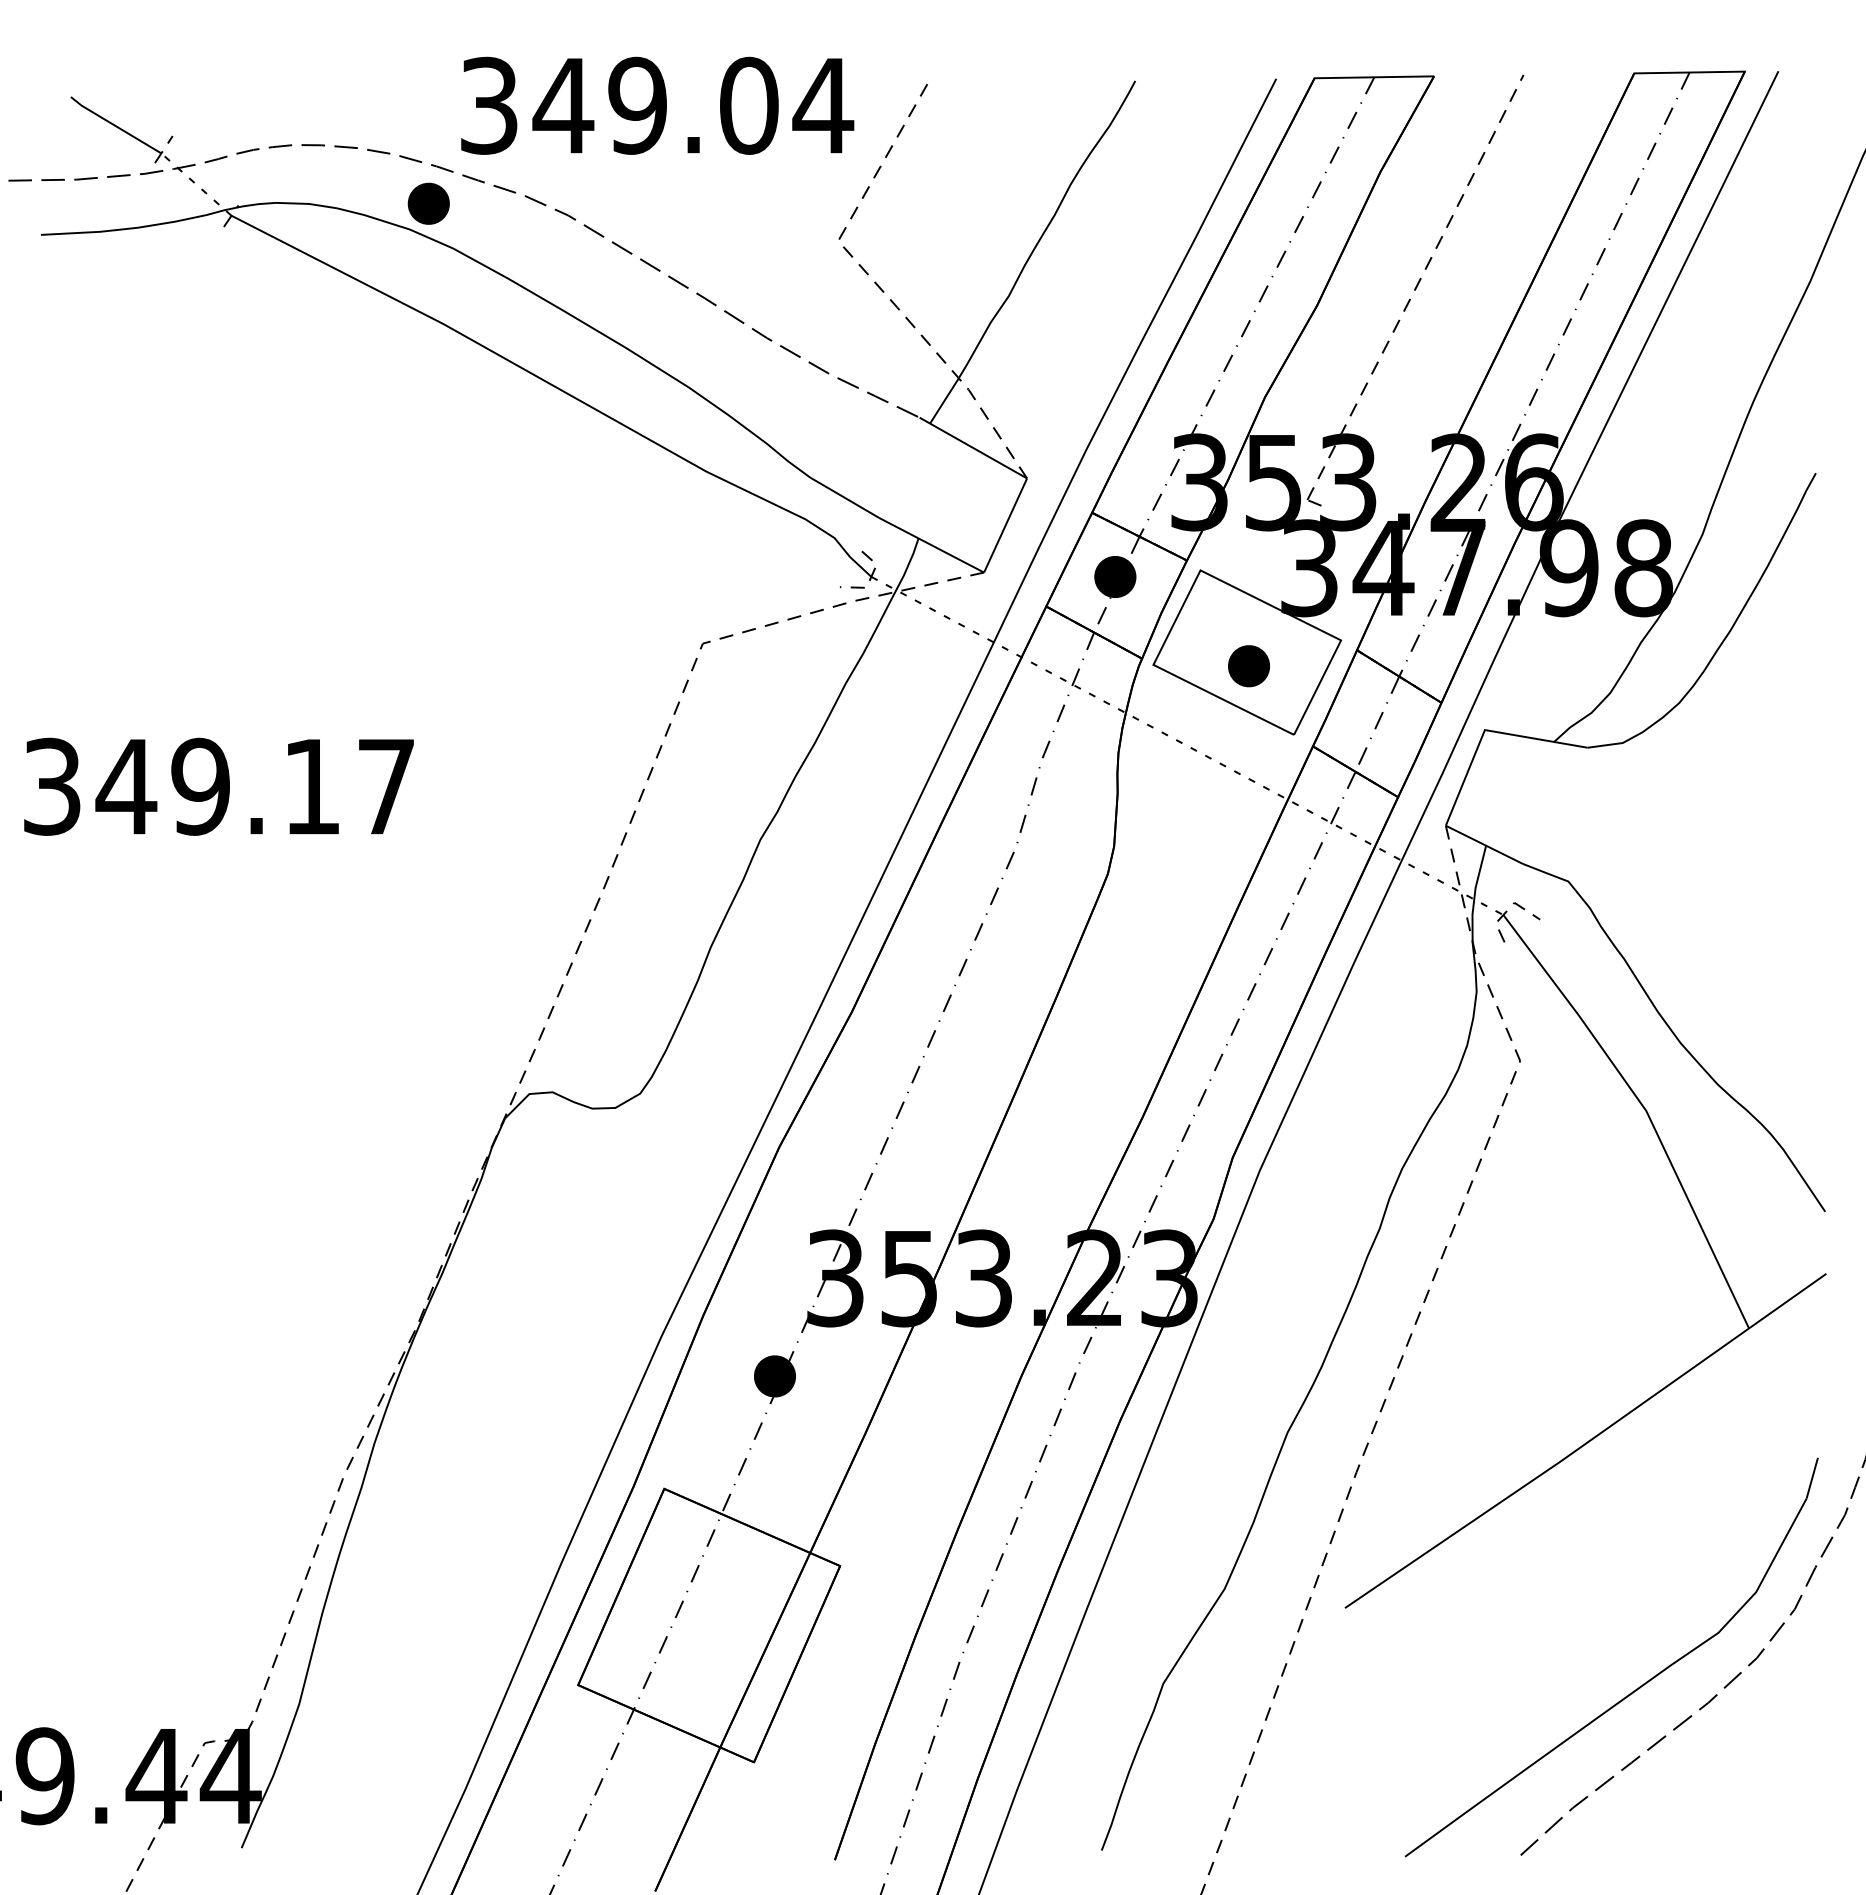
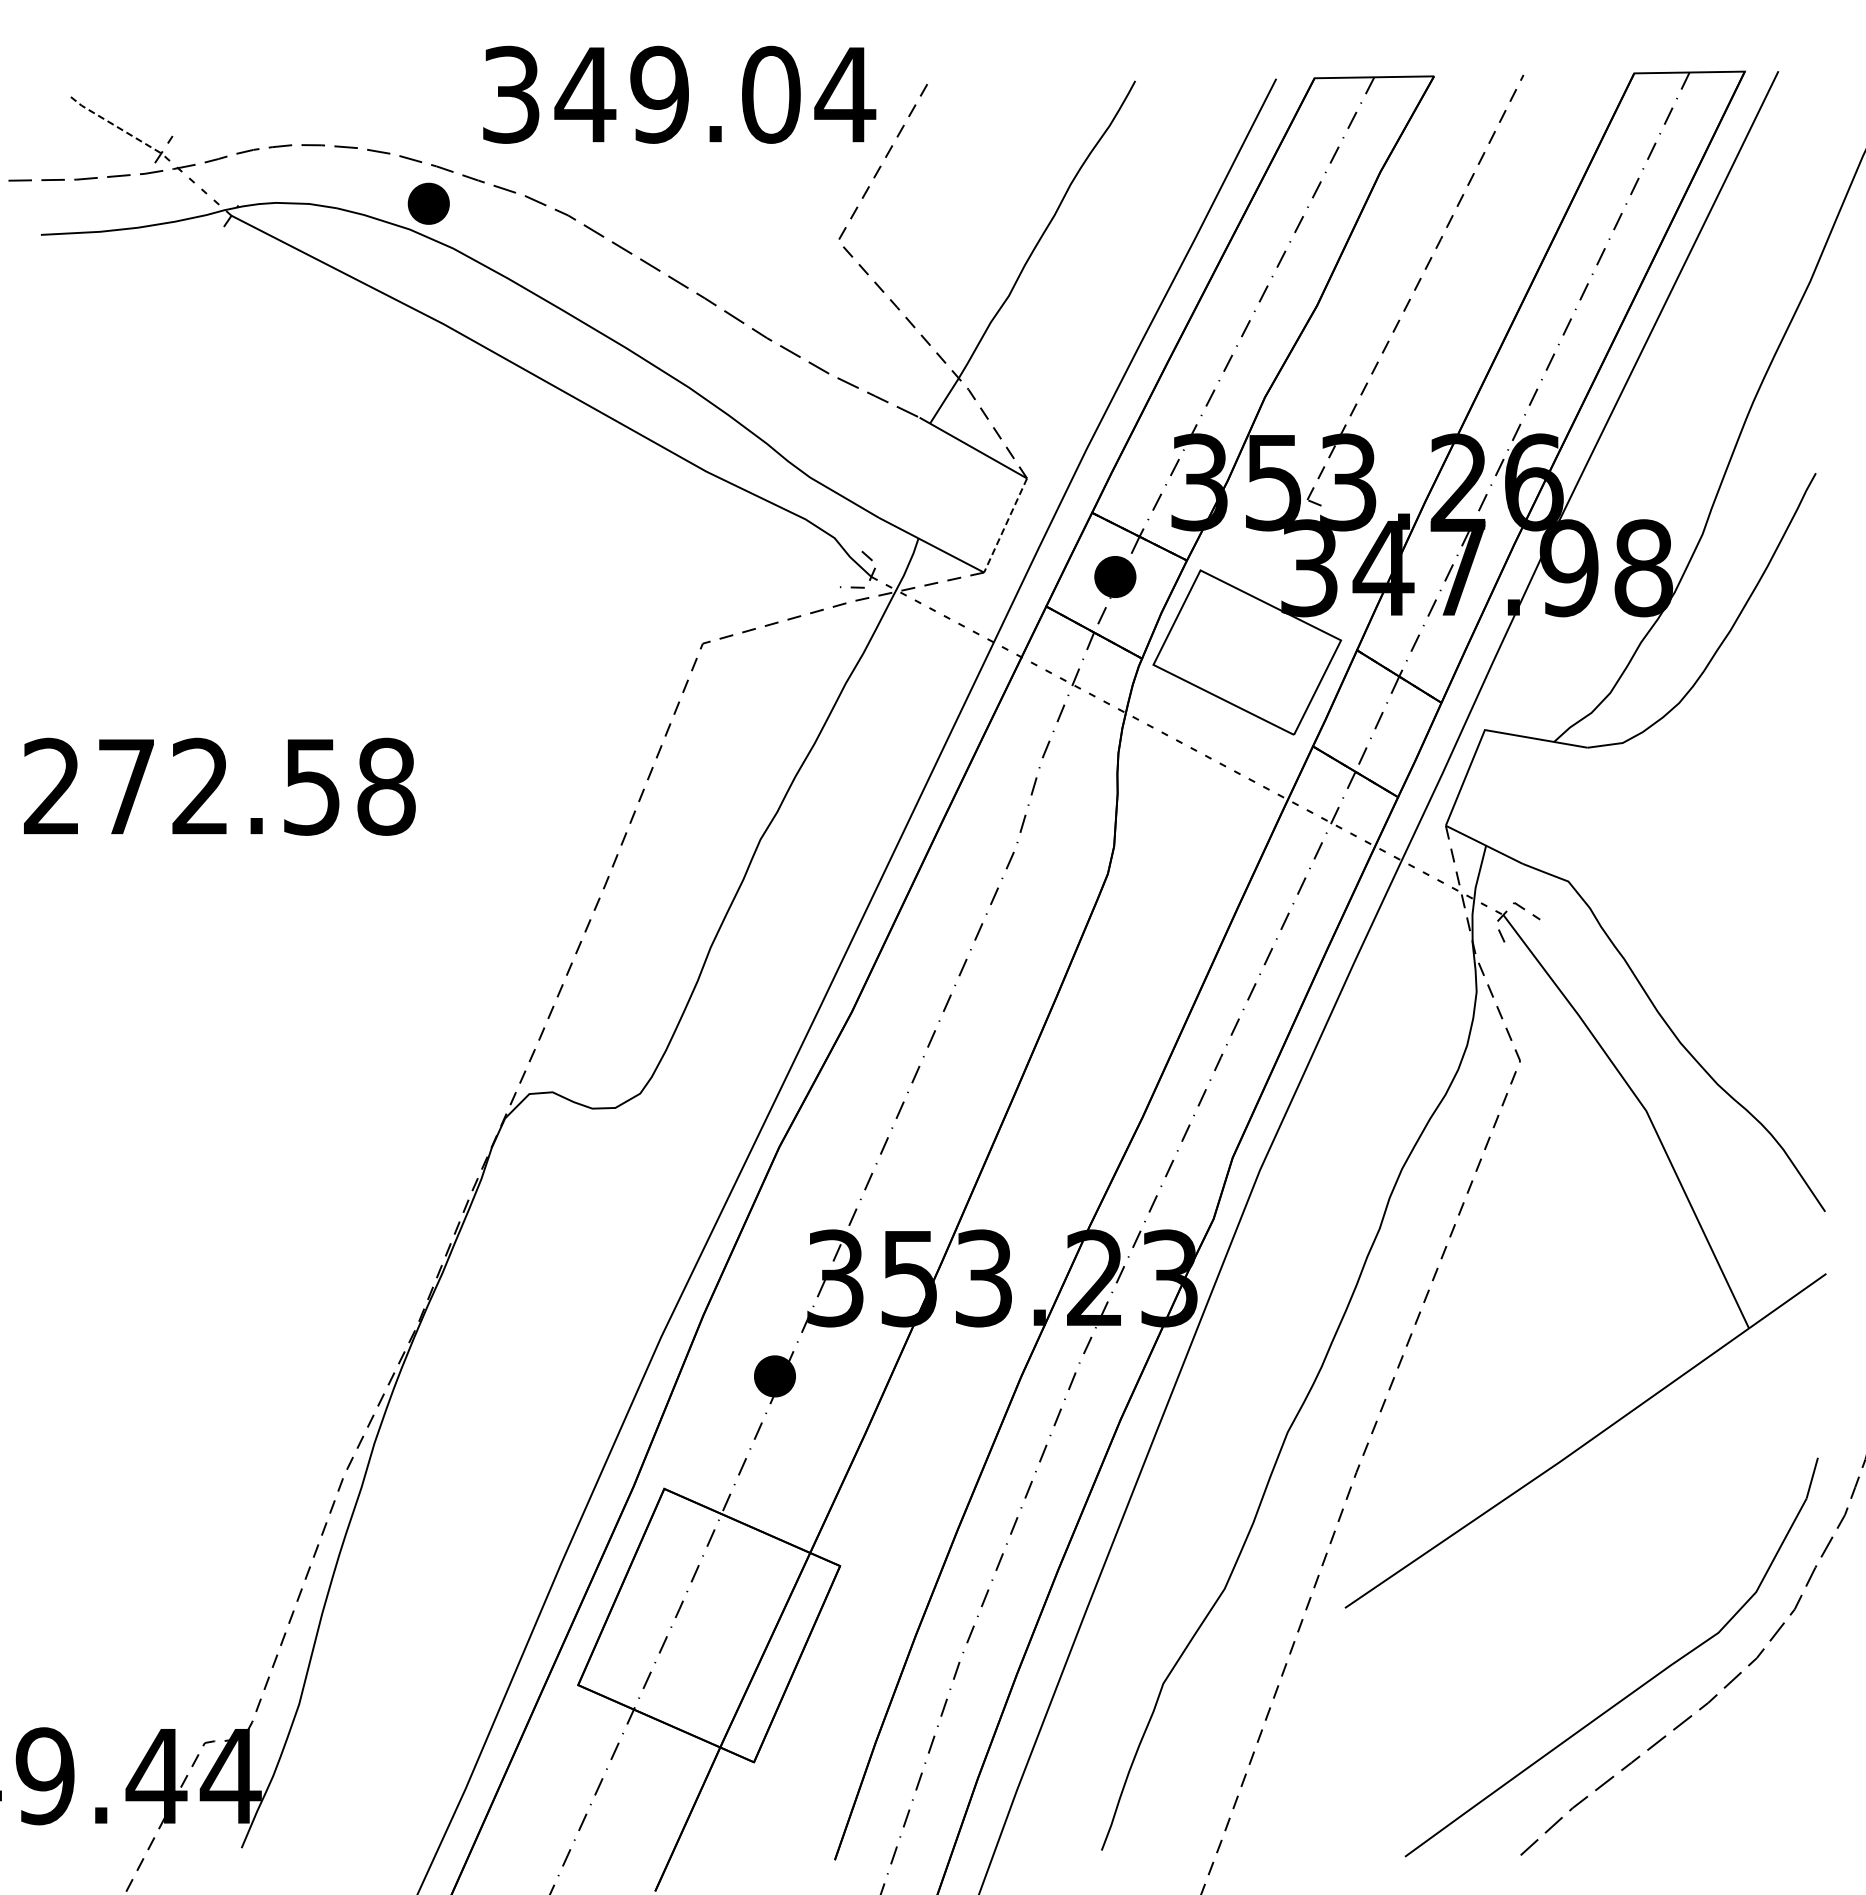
text at (657, 105) position: (657, 105) -> (679, 94)
line at (115, 125): solid -> dashed
line at (1005, 525): solid -> dashed
part at (1248, 666): present -> none
text at (219, 786): 349.17 -> 272.58
